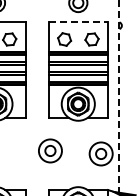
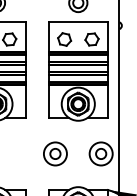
line at (78, 21): dashed -> solid
line at (119, 98): dashed -> solid
part at (50, 150) position: (50, 150) -> (55, 153)
